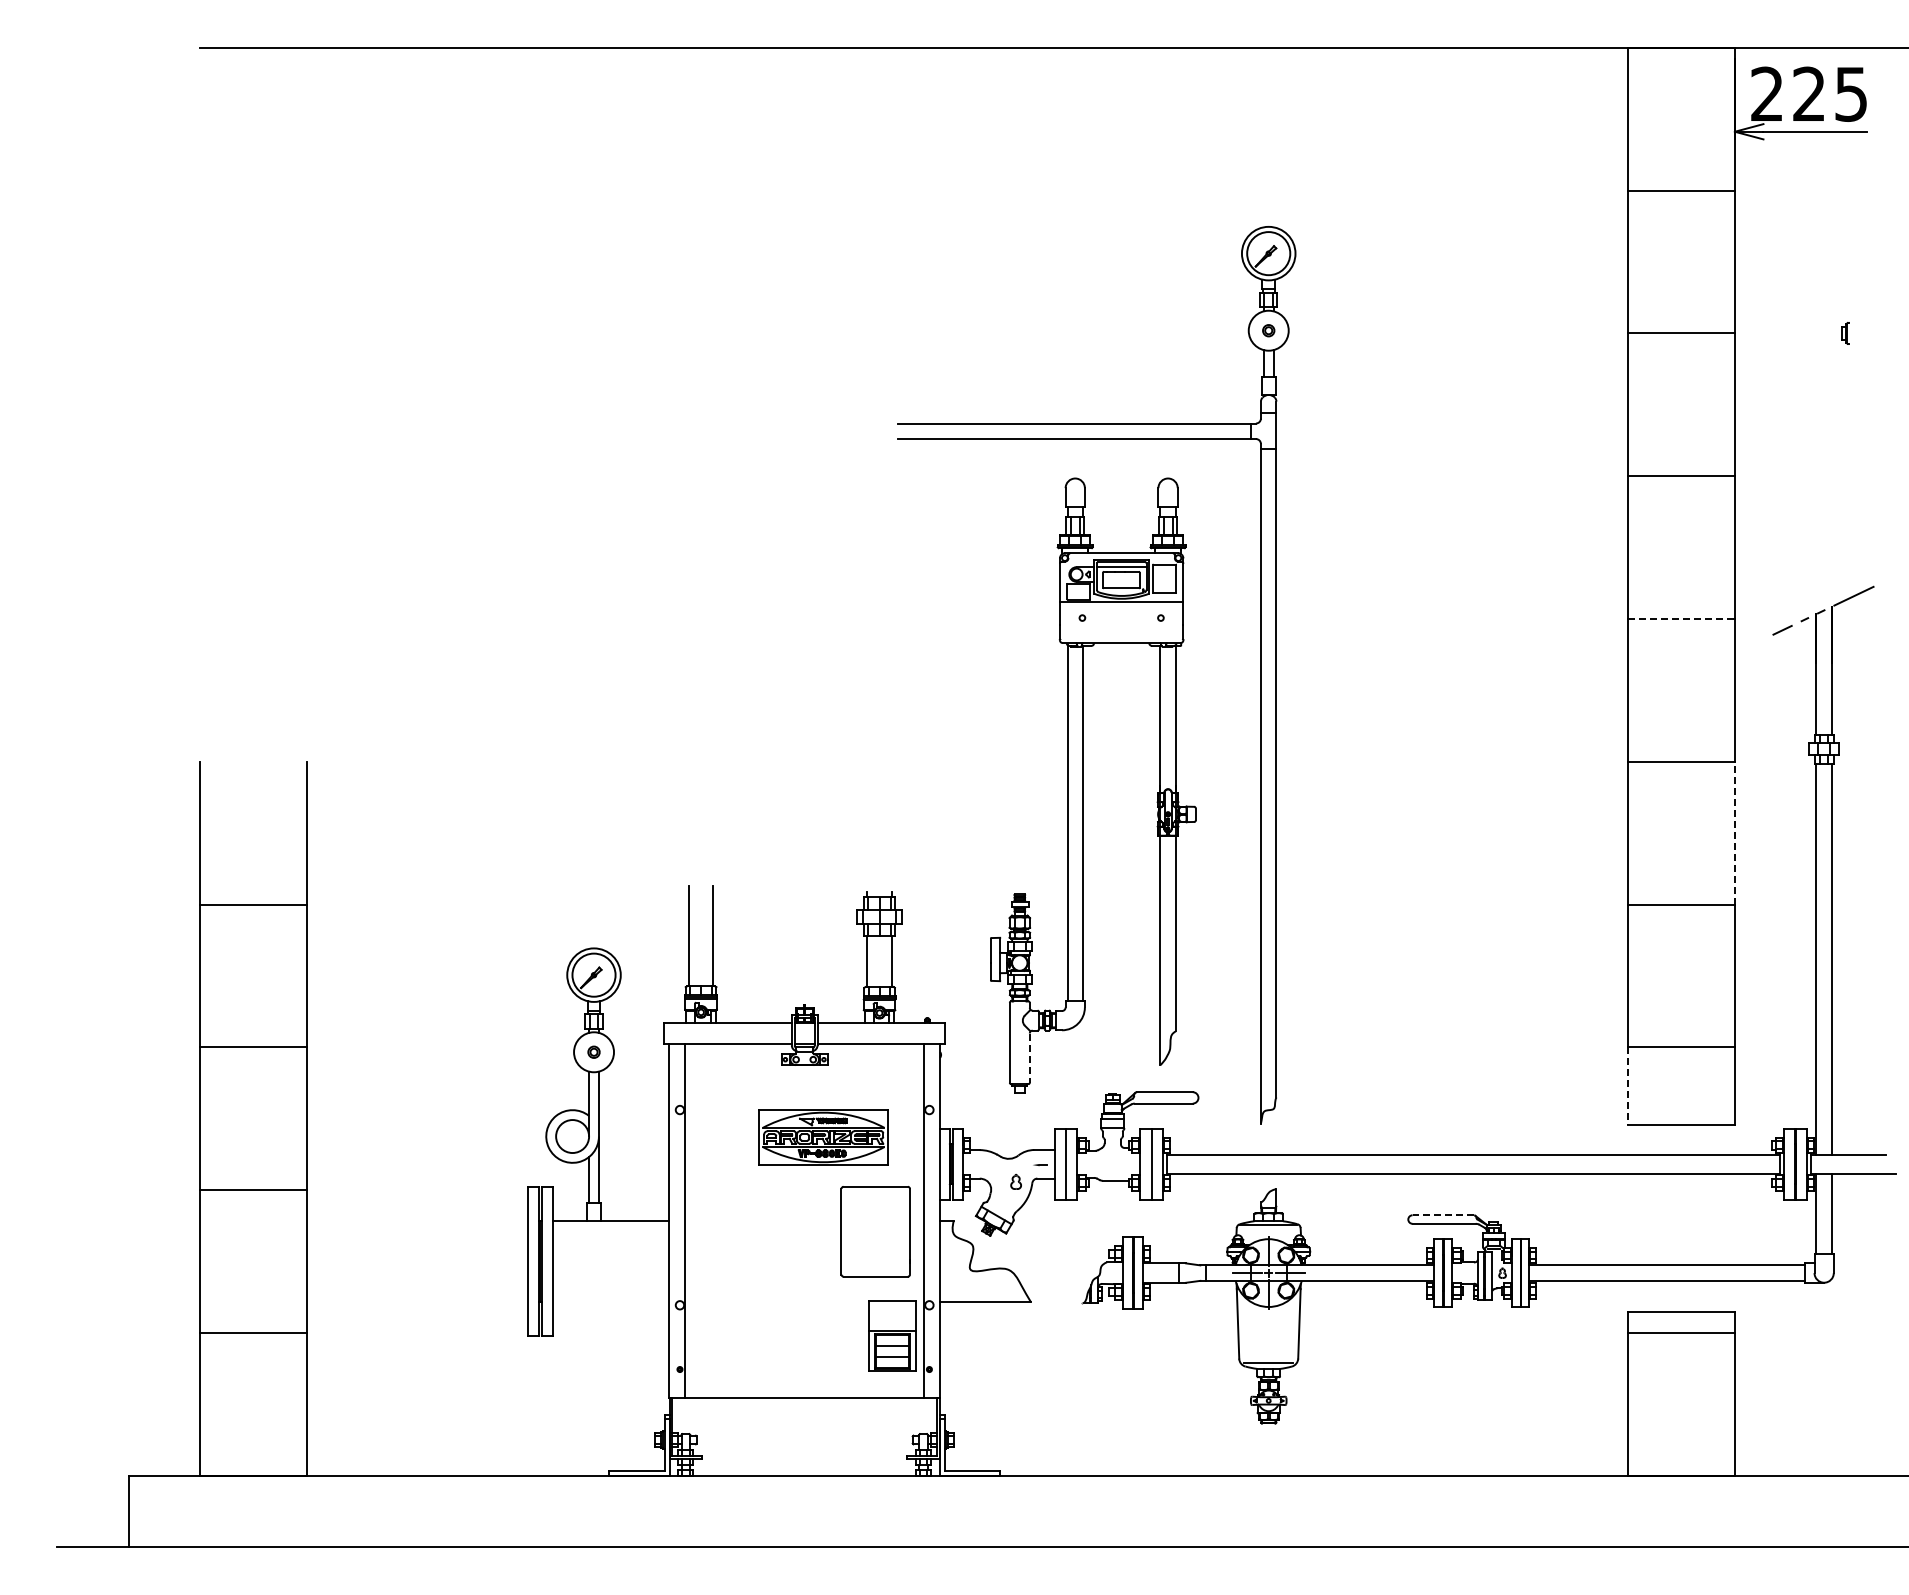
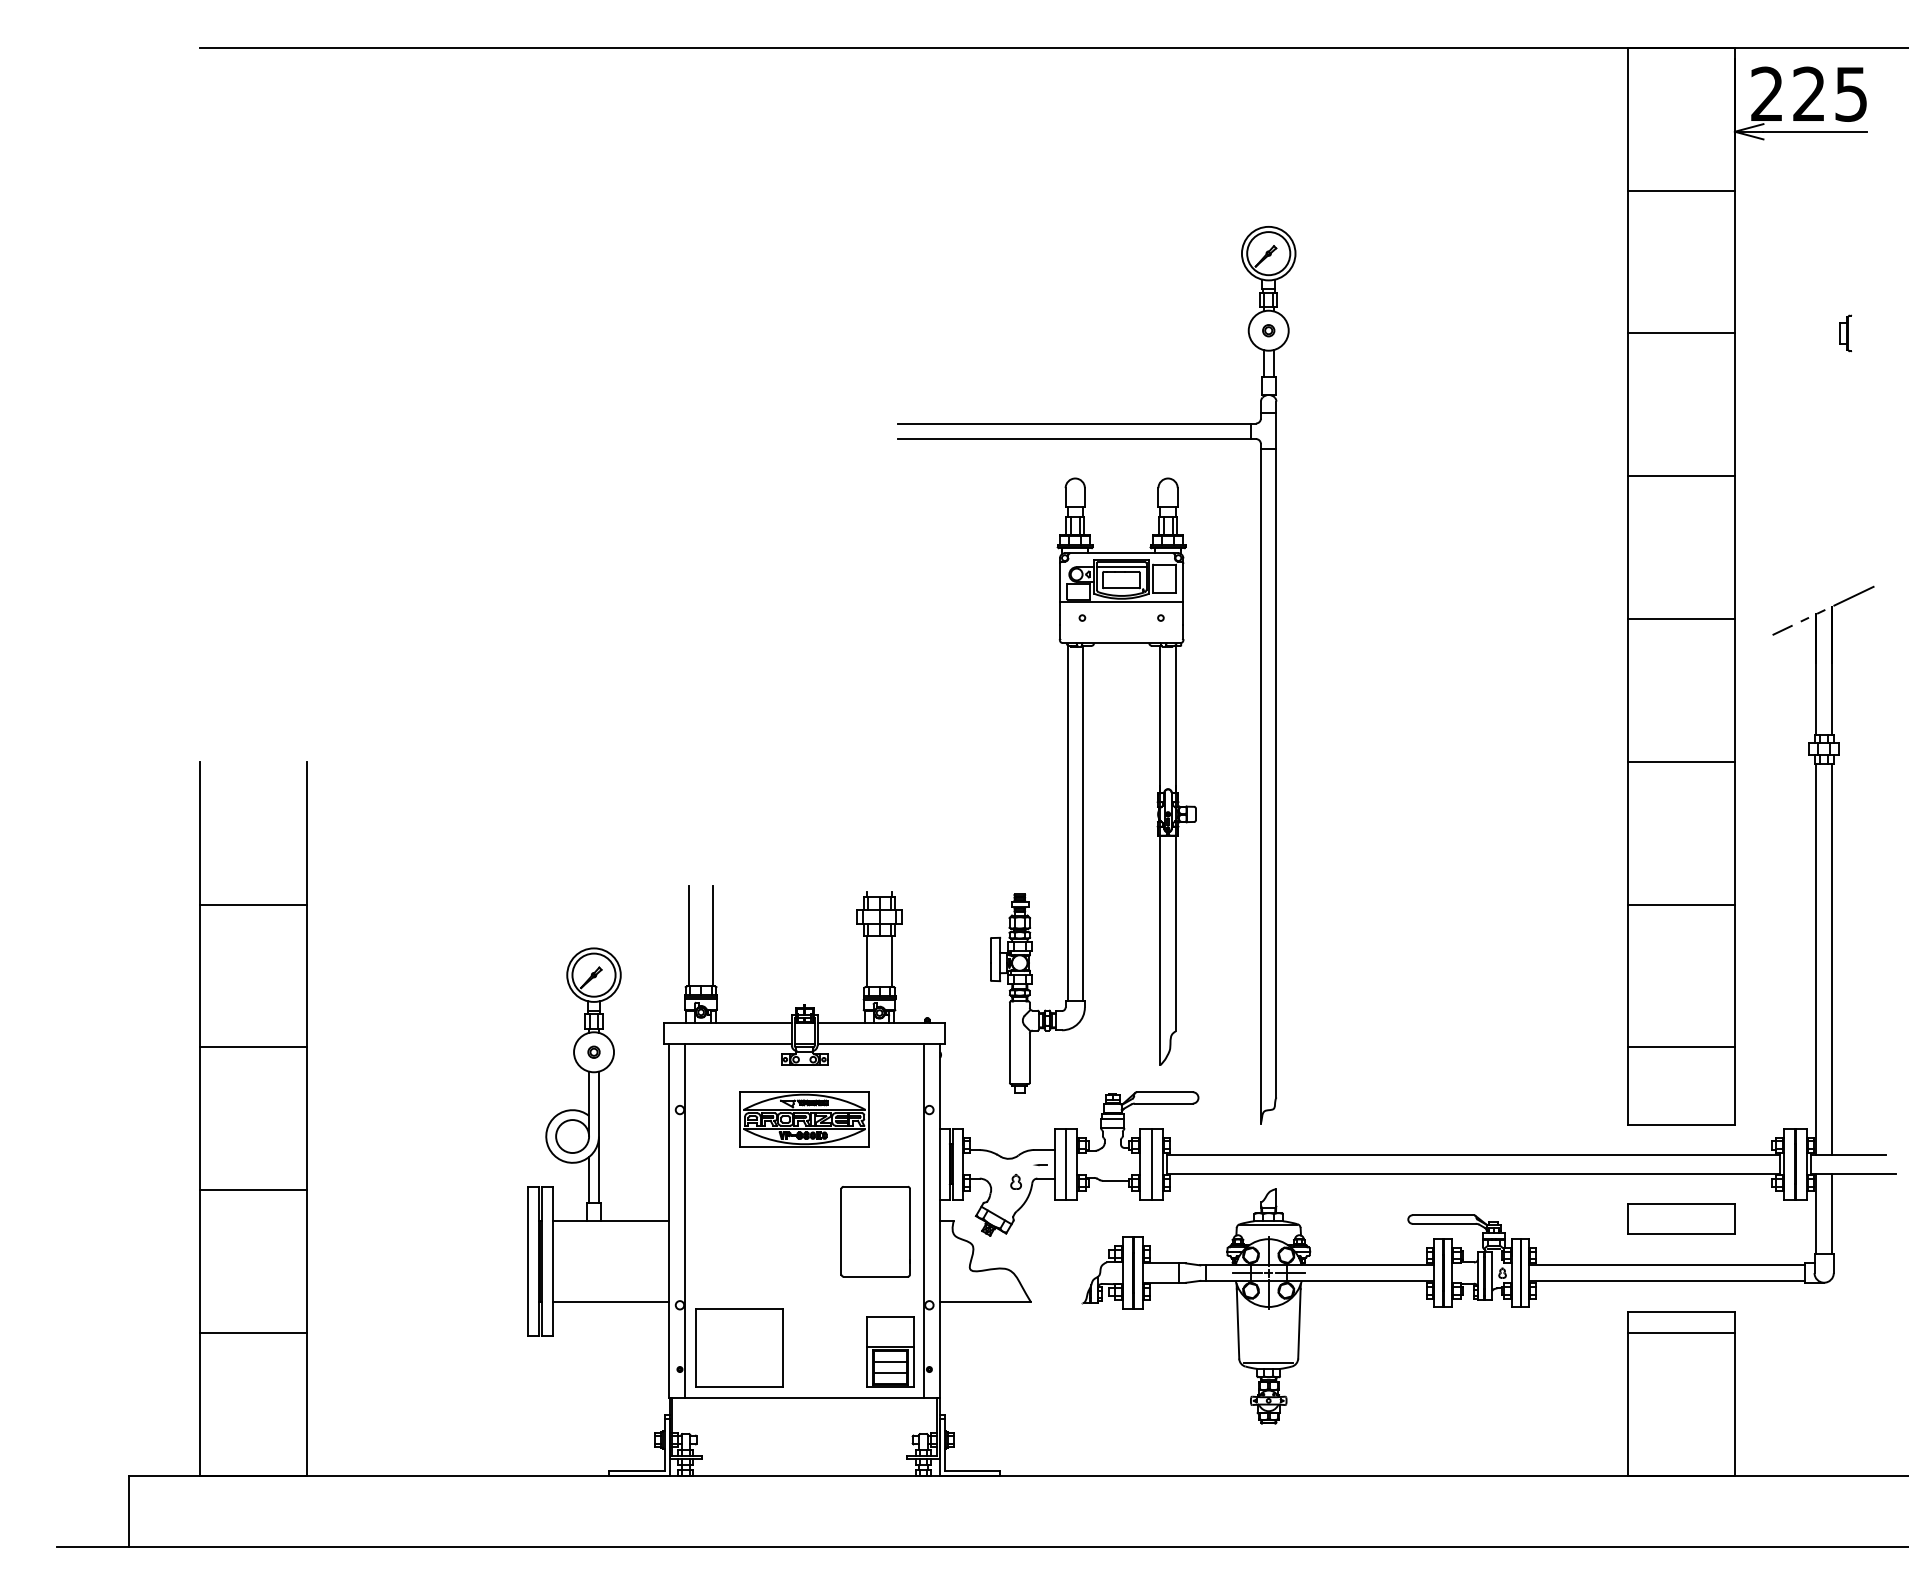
part at (1845, 333) size: 9x23 px -> 13x39 px
line at (1681, 619): dashed -> solid
line at (1734, 832): dashed -> solid
line at (1029, 1058): dashed -> solid
line at (1627, 1086): dashed -> solid
part at (823, 1137) position: (823, 1137) -> (804, 1119)
line at (1443, 1215): dashed -> solid
part at (1681, 1218): none -> present
line at (611, 1302): none -> present
part at (892, 1335) position: (892, 1335) -> (890, 1351)
part at (739, 1347): none -> present
